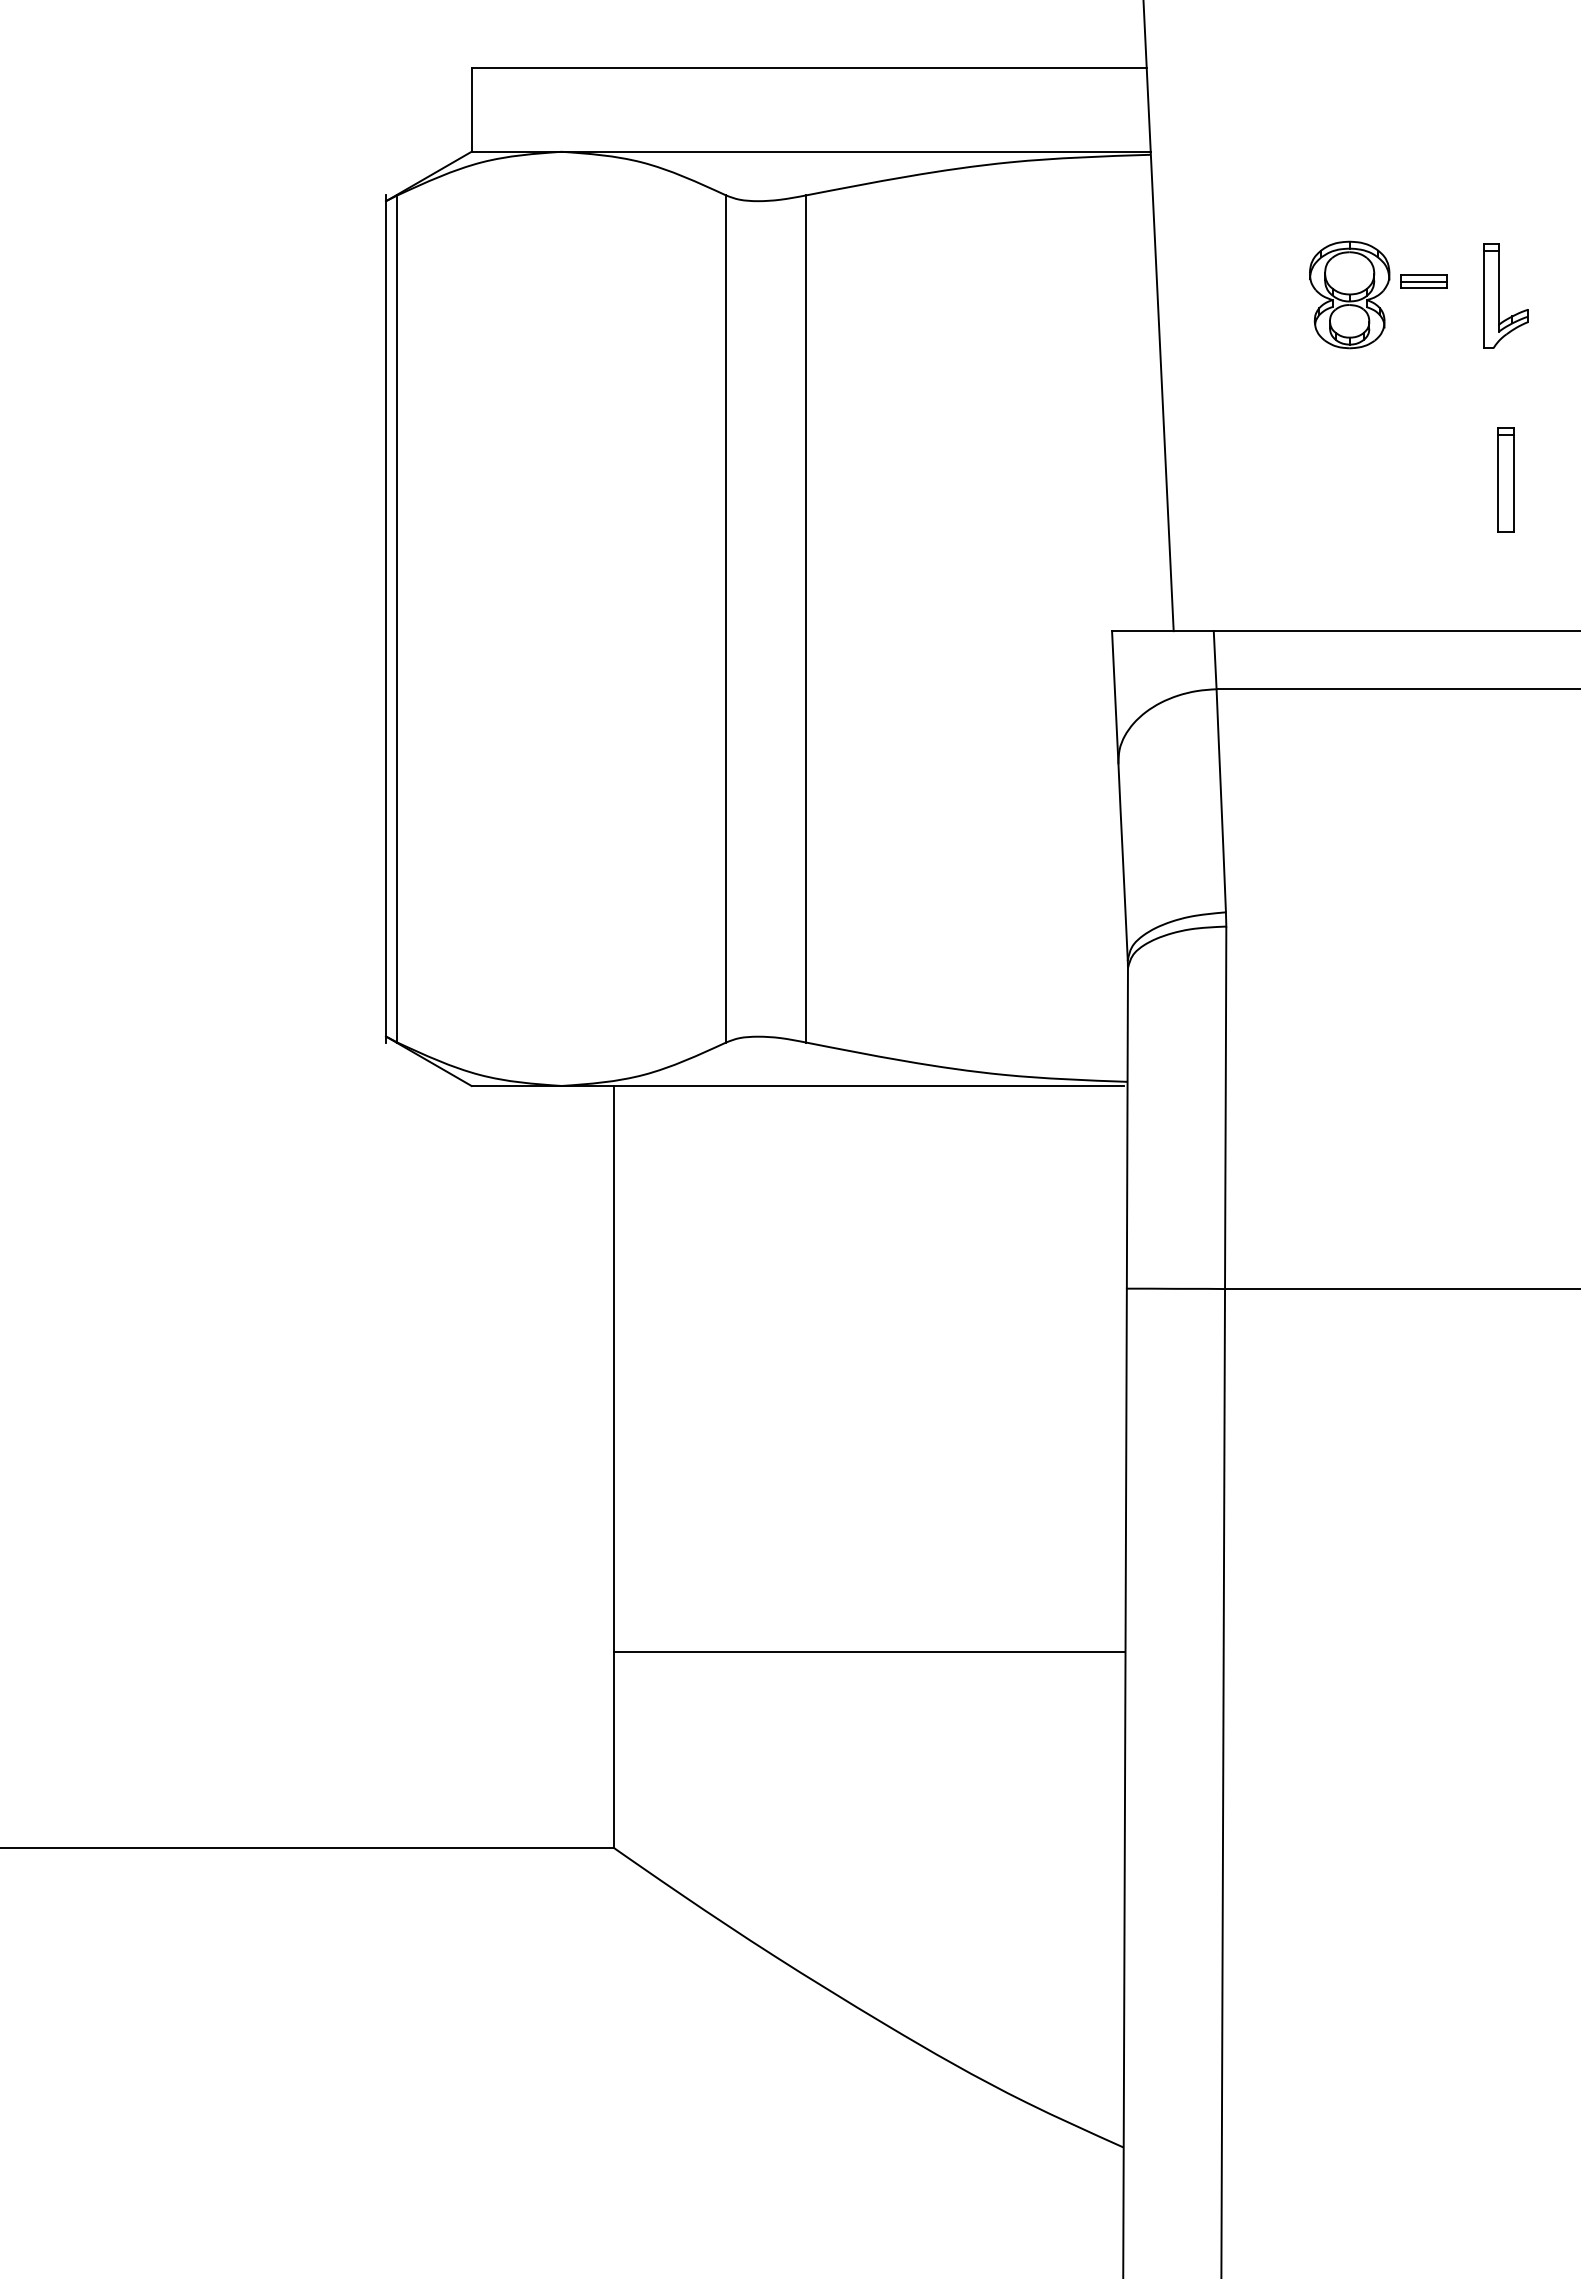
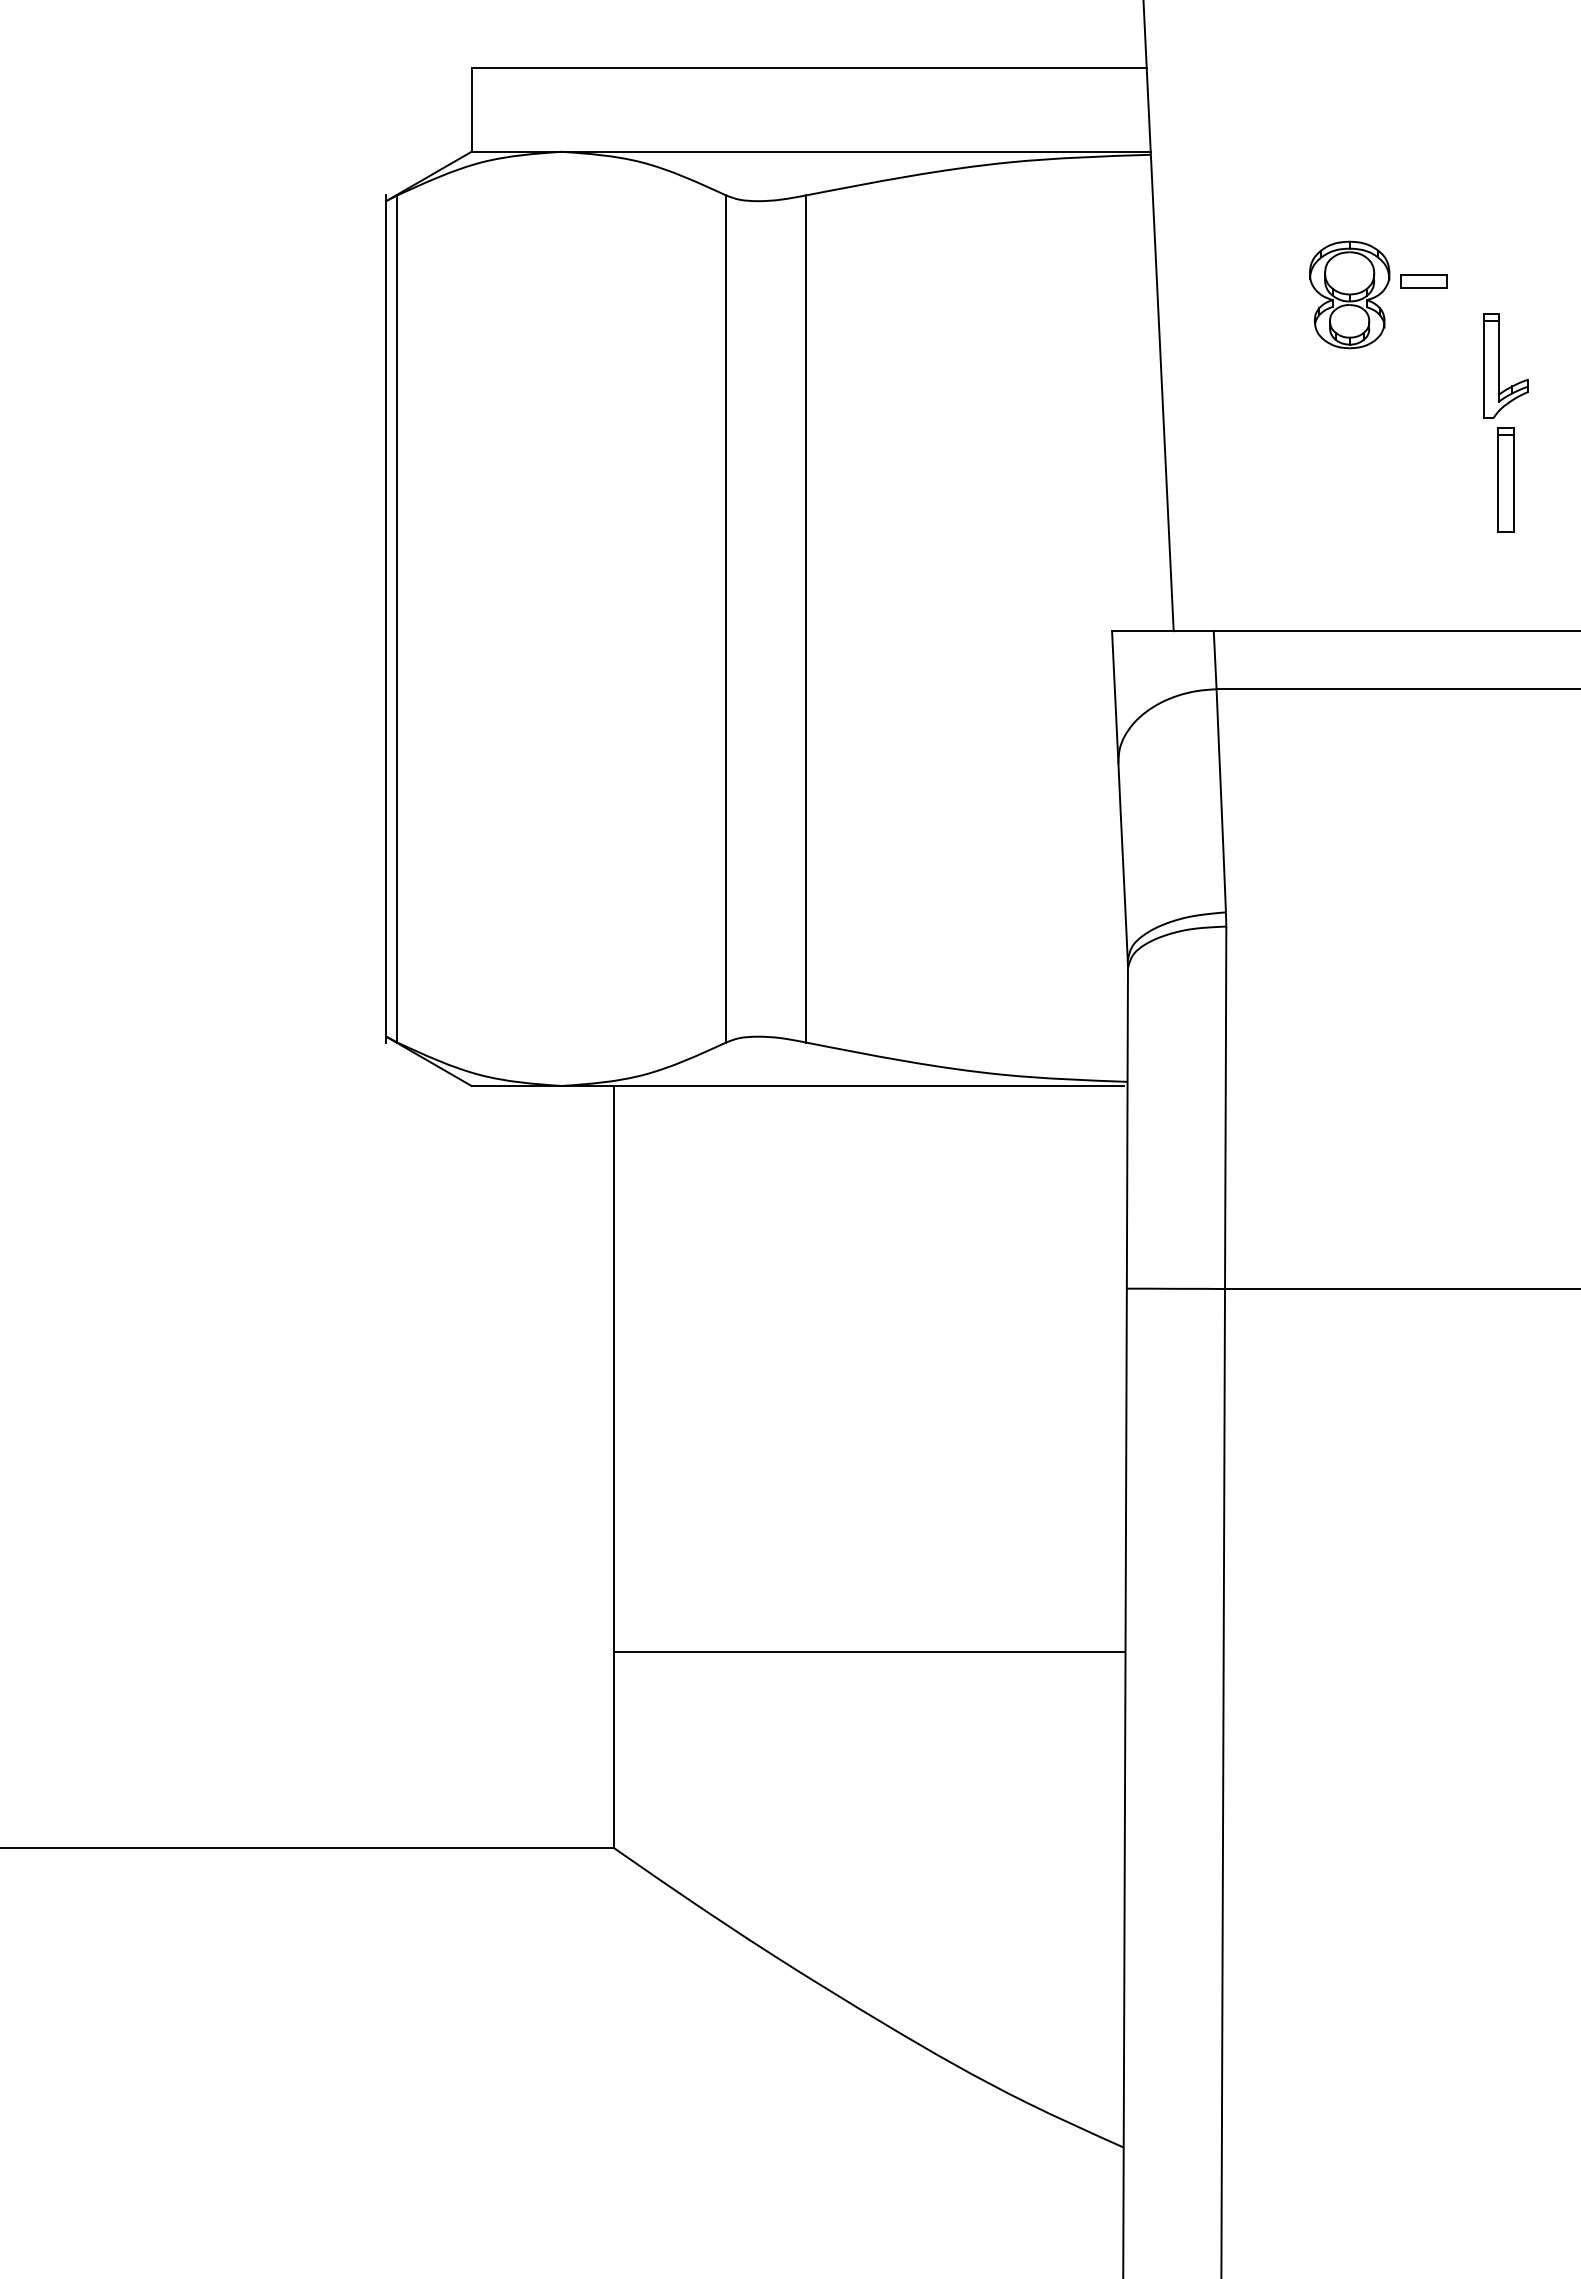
line at (1424, 281): present -> none
part at (1505, 295) position: (1505, 295) -> (1505, 365)
